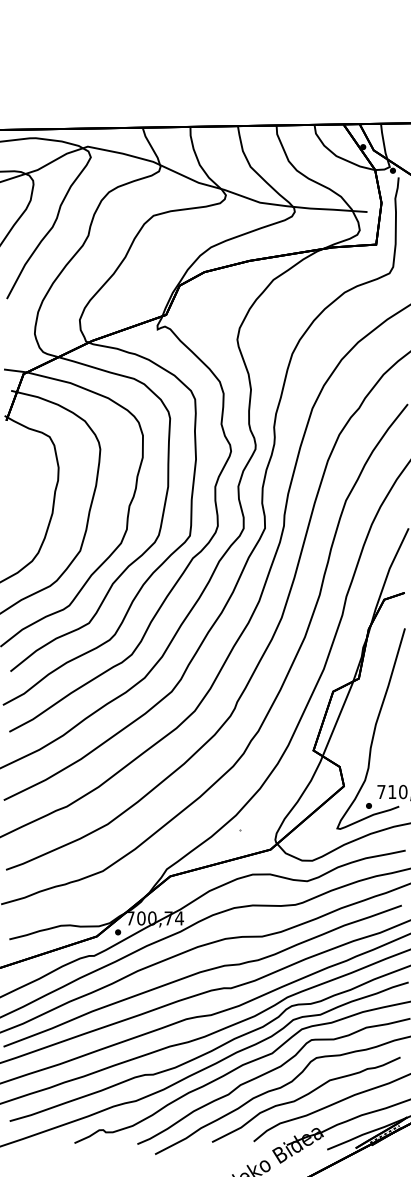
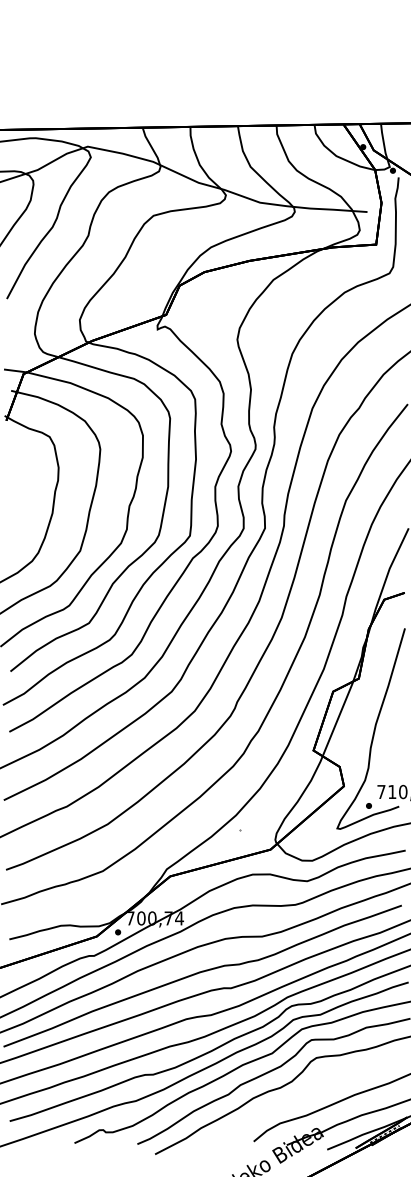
curve at (303, 1097): present -> none
